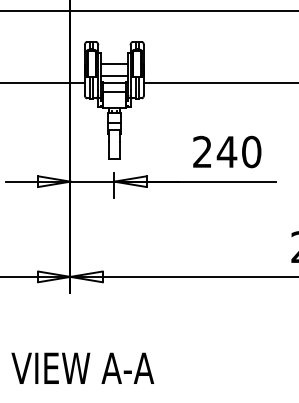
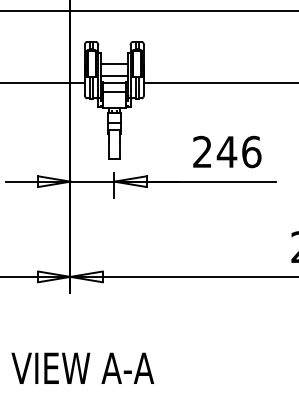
text at (251, 151): 240 -> 246
